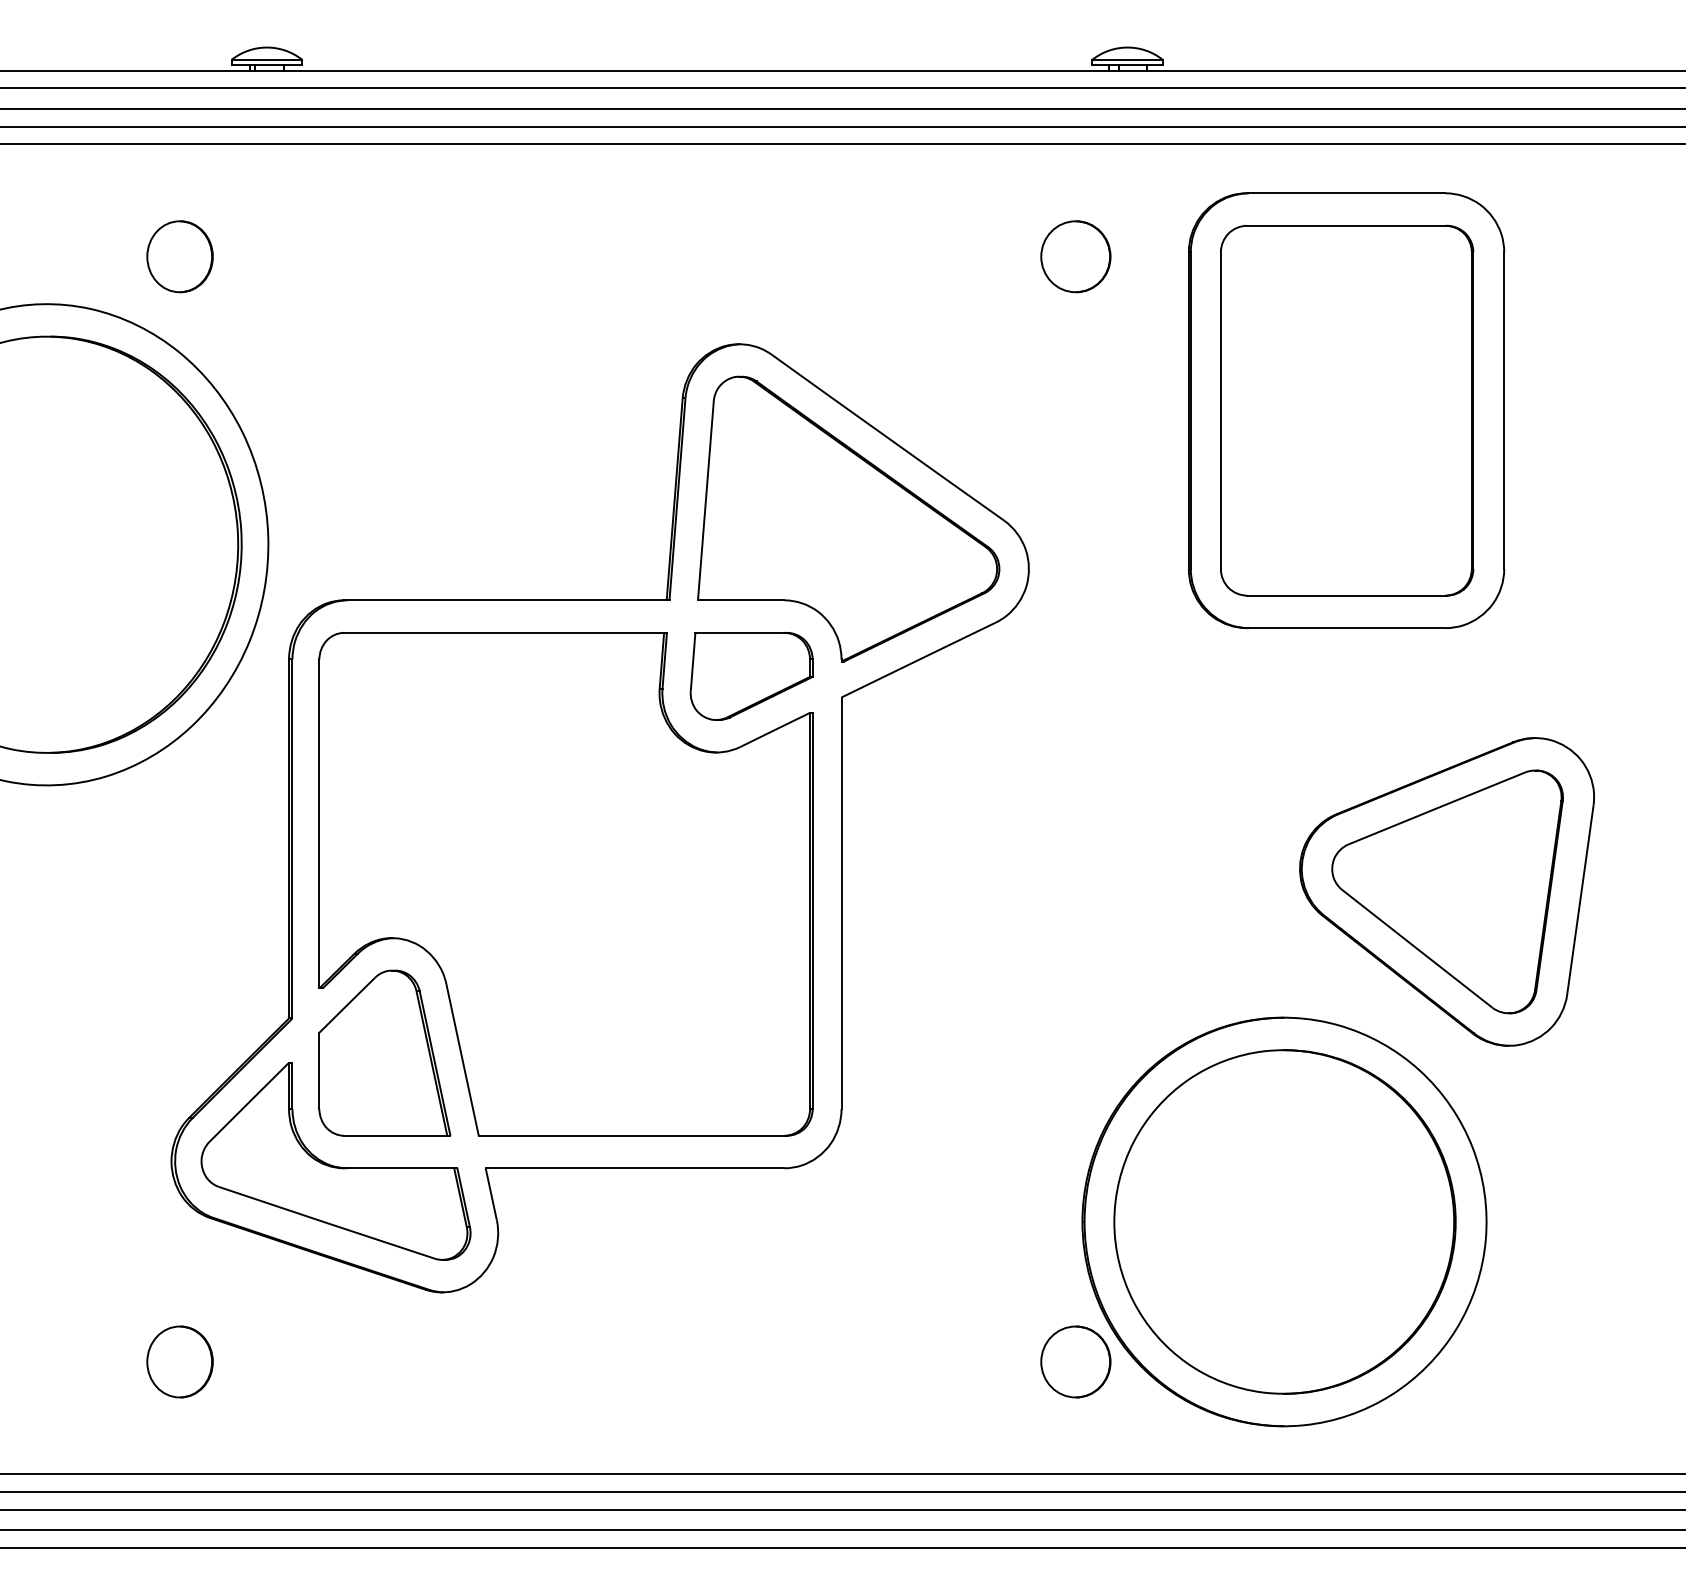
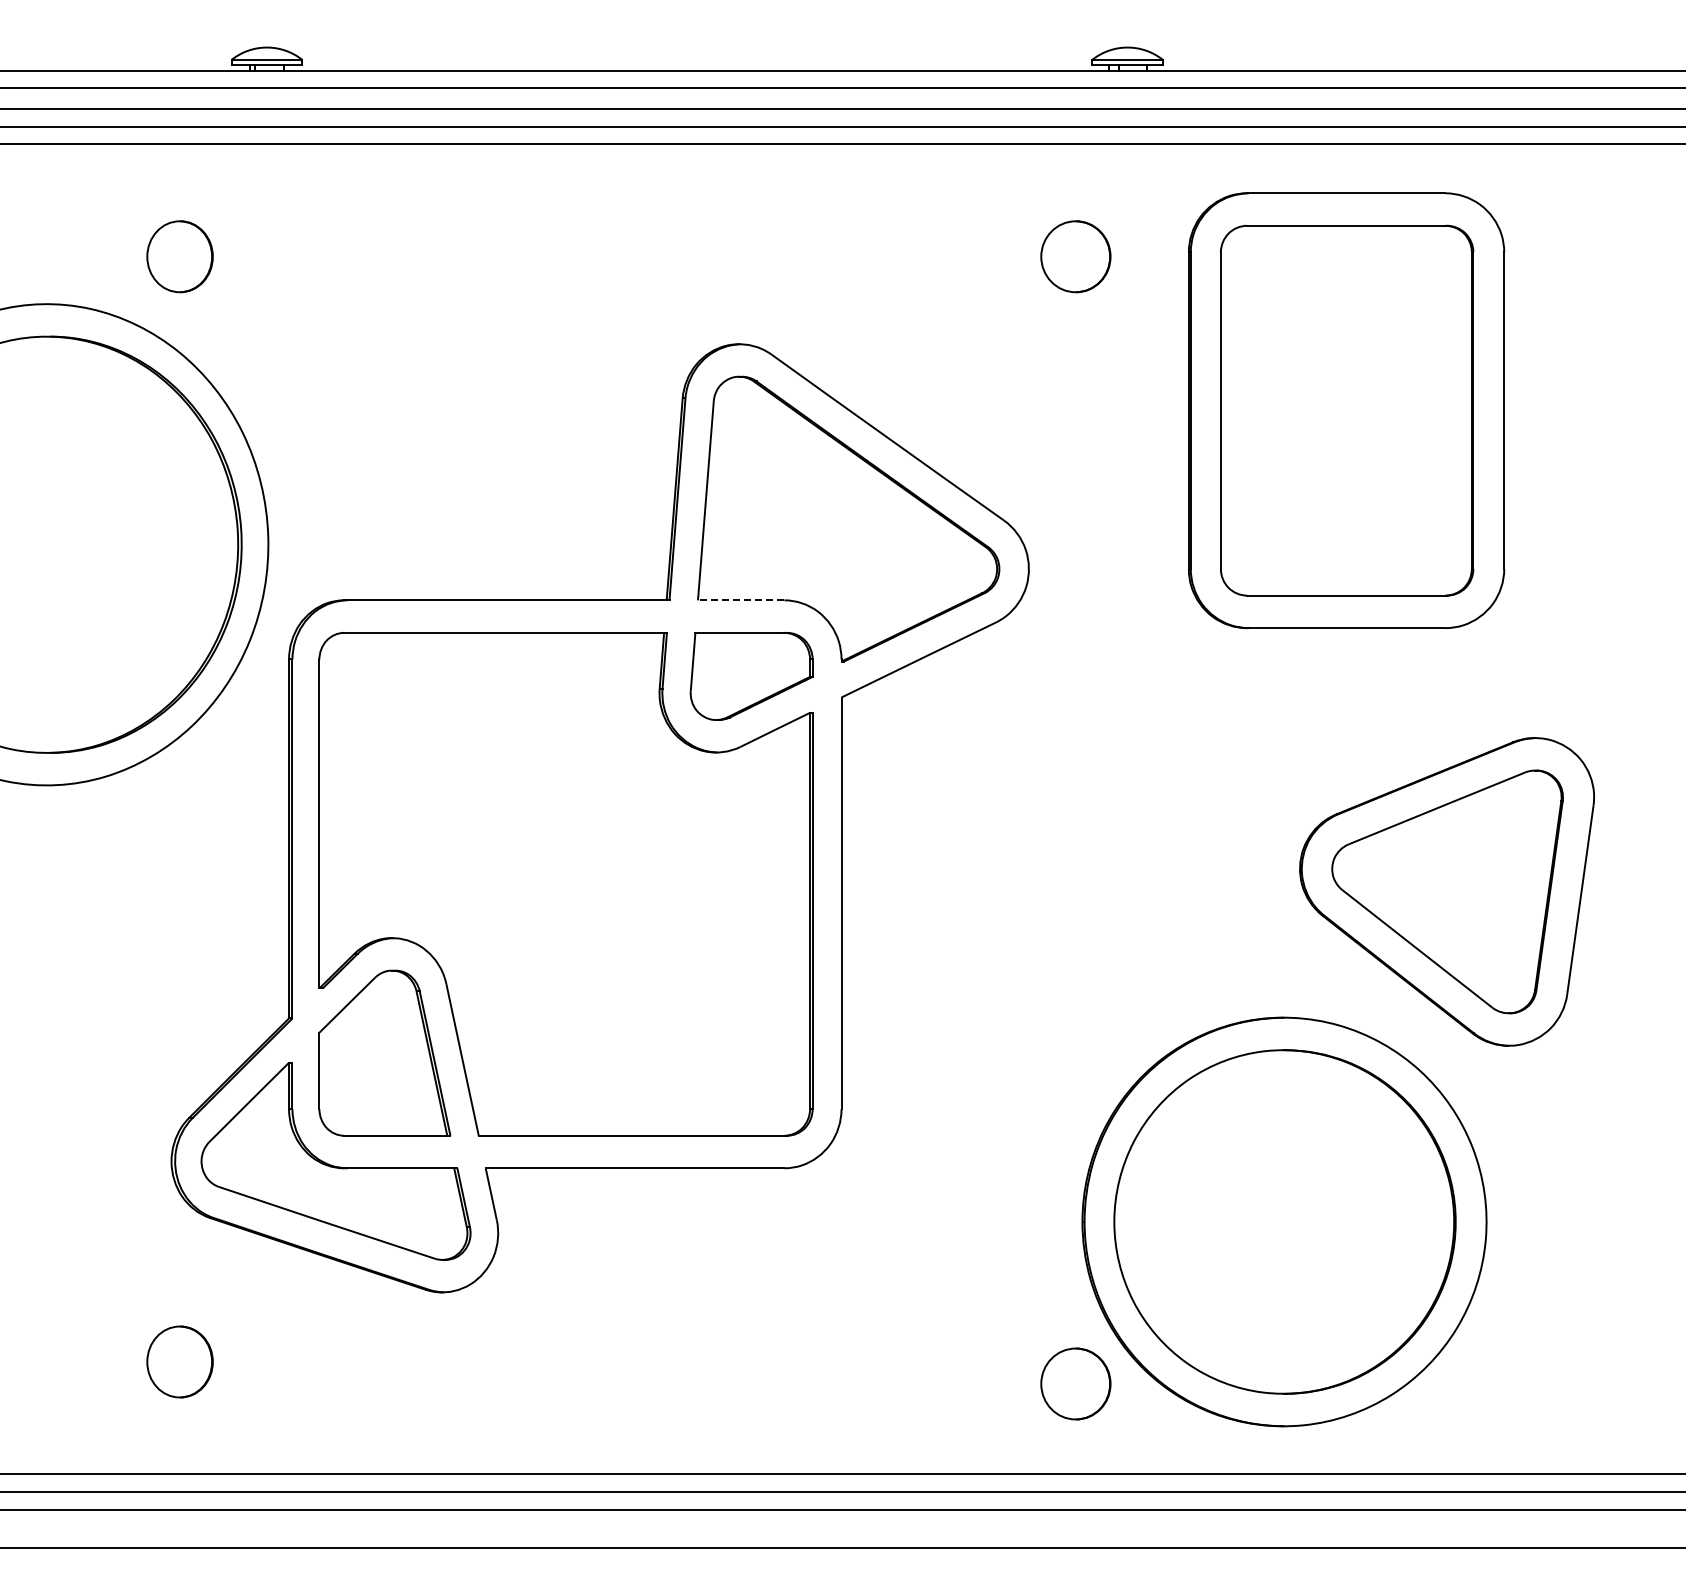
line at (740, 600): solid -> dashed
part at (1075, 1361) position: (1075, 1361) -> (1075, 1383)
line at (842, 1530): present -> none
